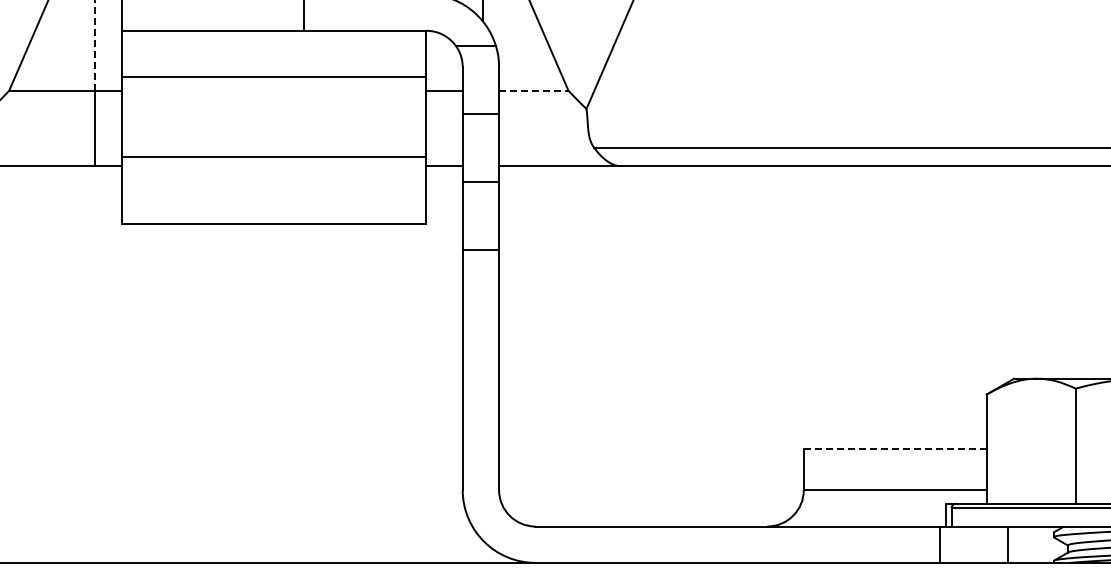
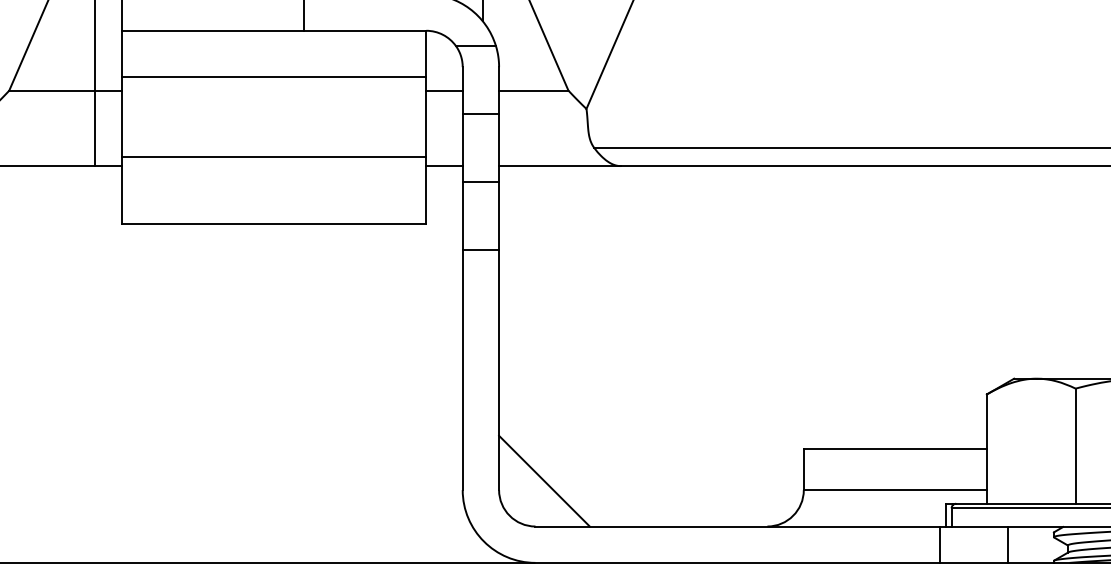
line at (94, 44): dashed -> solid
line at (533, 90): dashed -> solid
line at (895, 449): dashed -> solid
line at (544, 480): none -> present
